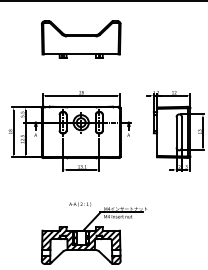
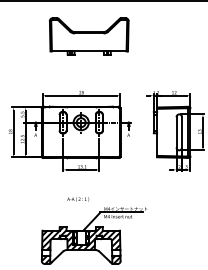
part at (80, 39) position: (80, 39) -> (88, 36)
text at (80, 204) position: (80, 204) -> (78, 199)
